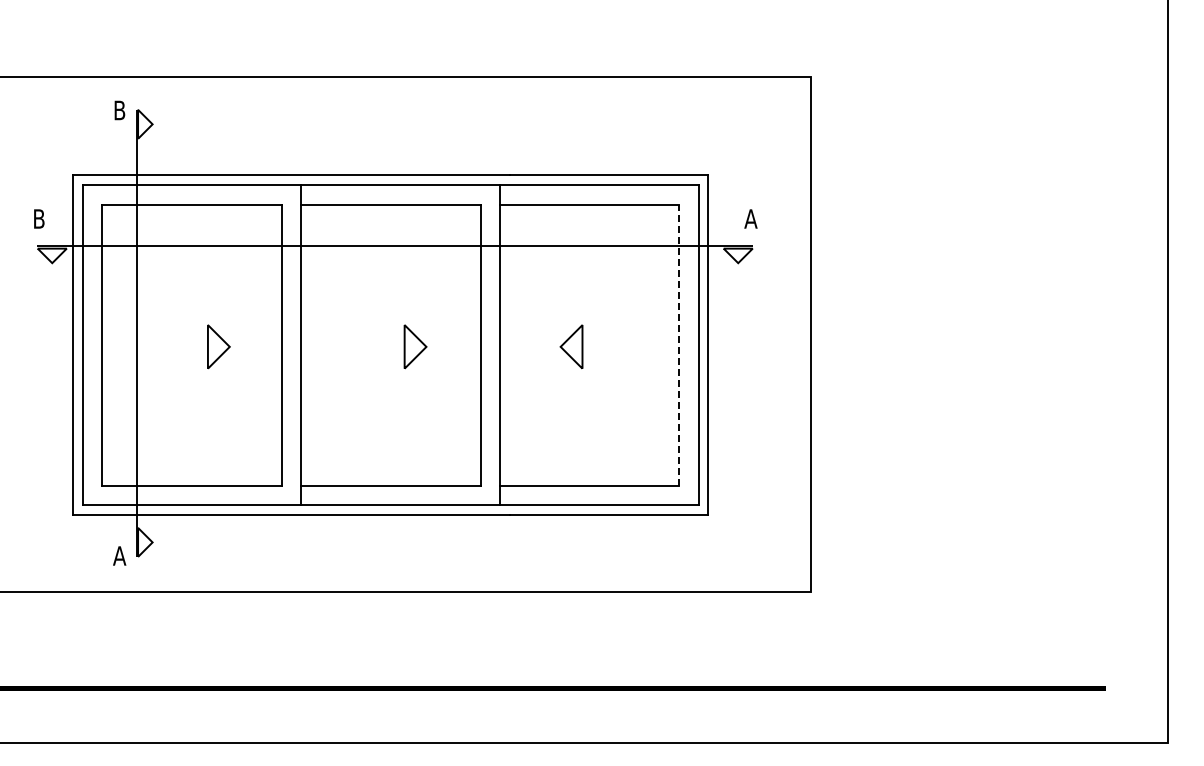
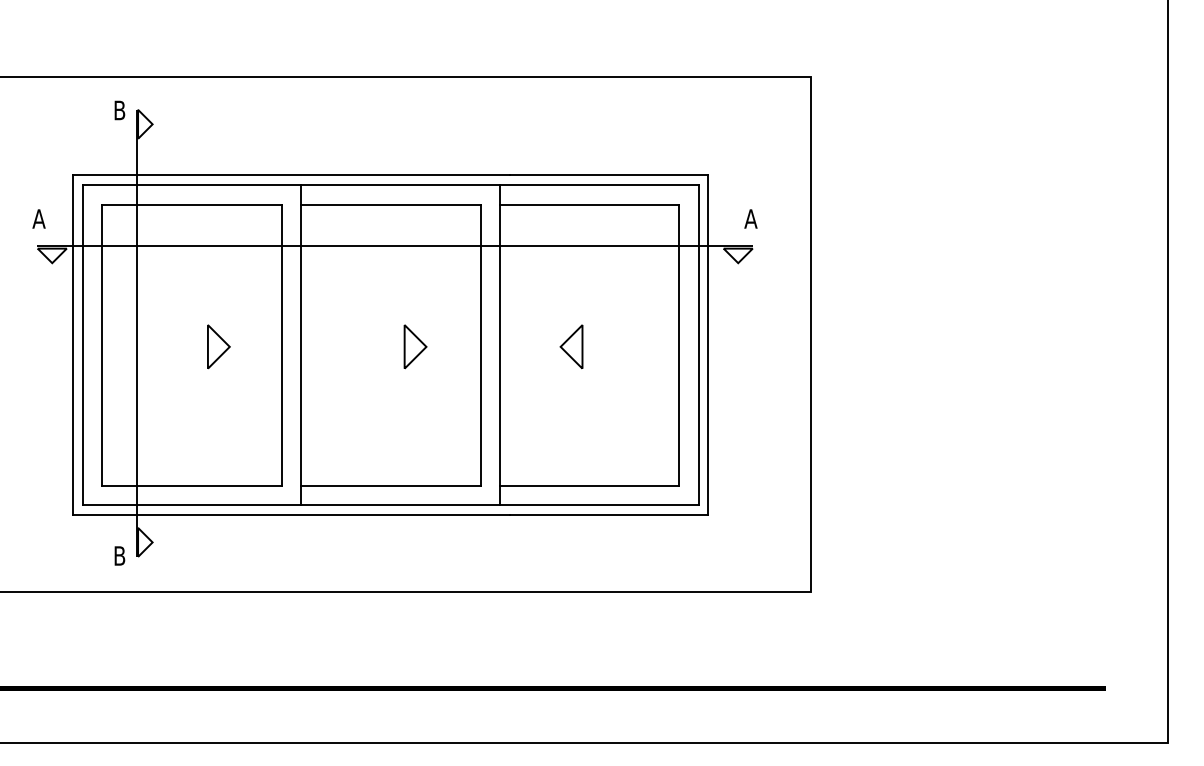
text at (38, 218): B -> A
line at (679, 345): dashed -> solid
text at (119, 555): A -> B
